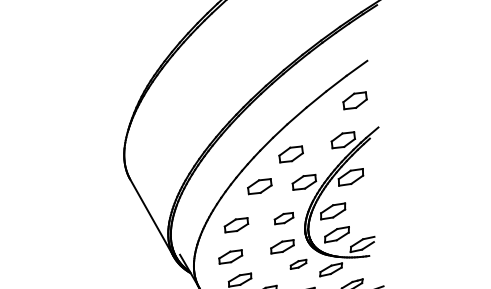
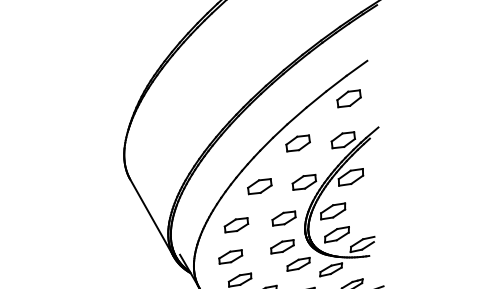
part at (354, 100) position: (354, 100) -> (348, 98)
part at (290, 154) position: (290, 154) -> (297, 143)
part at (283, 218) size: 22x14 px -> 26x17 px
part at (298, 263) size: 19x12 px -> 25x15 px
